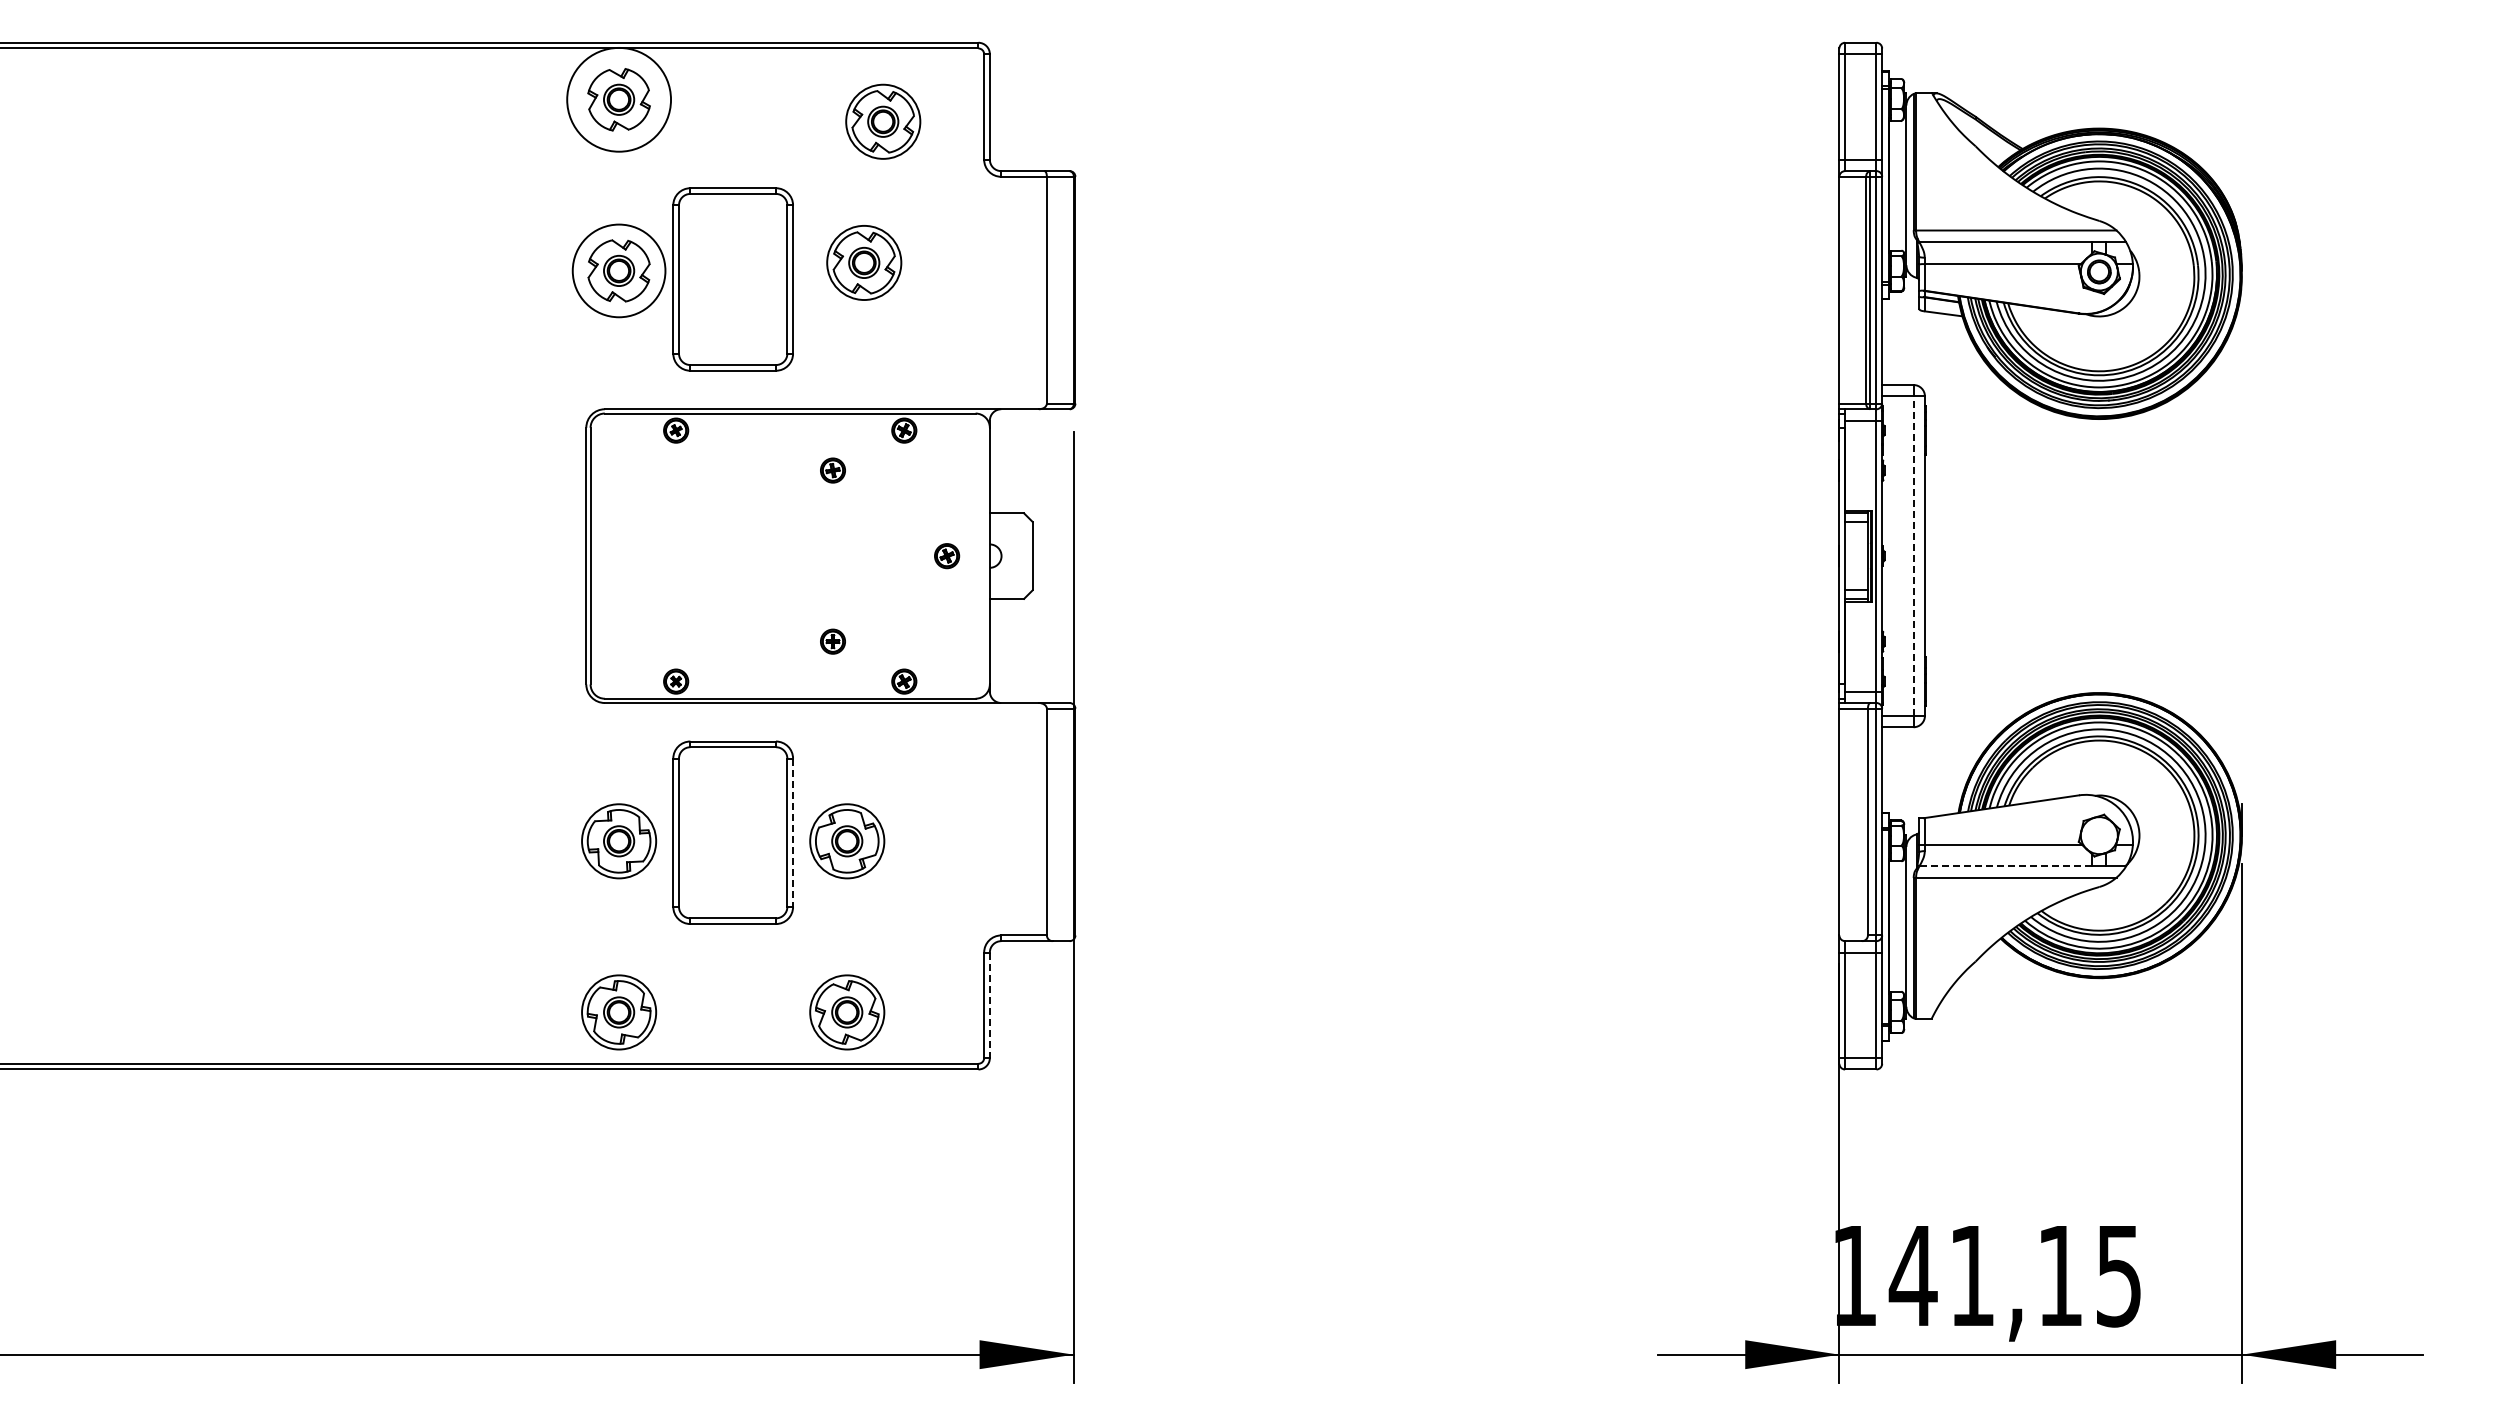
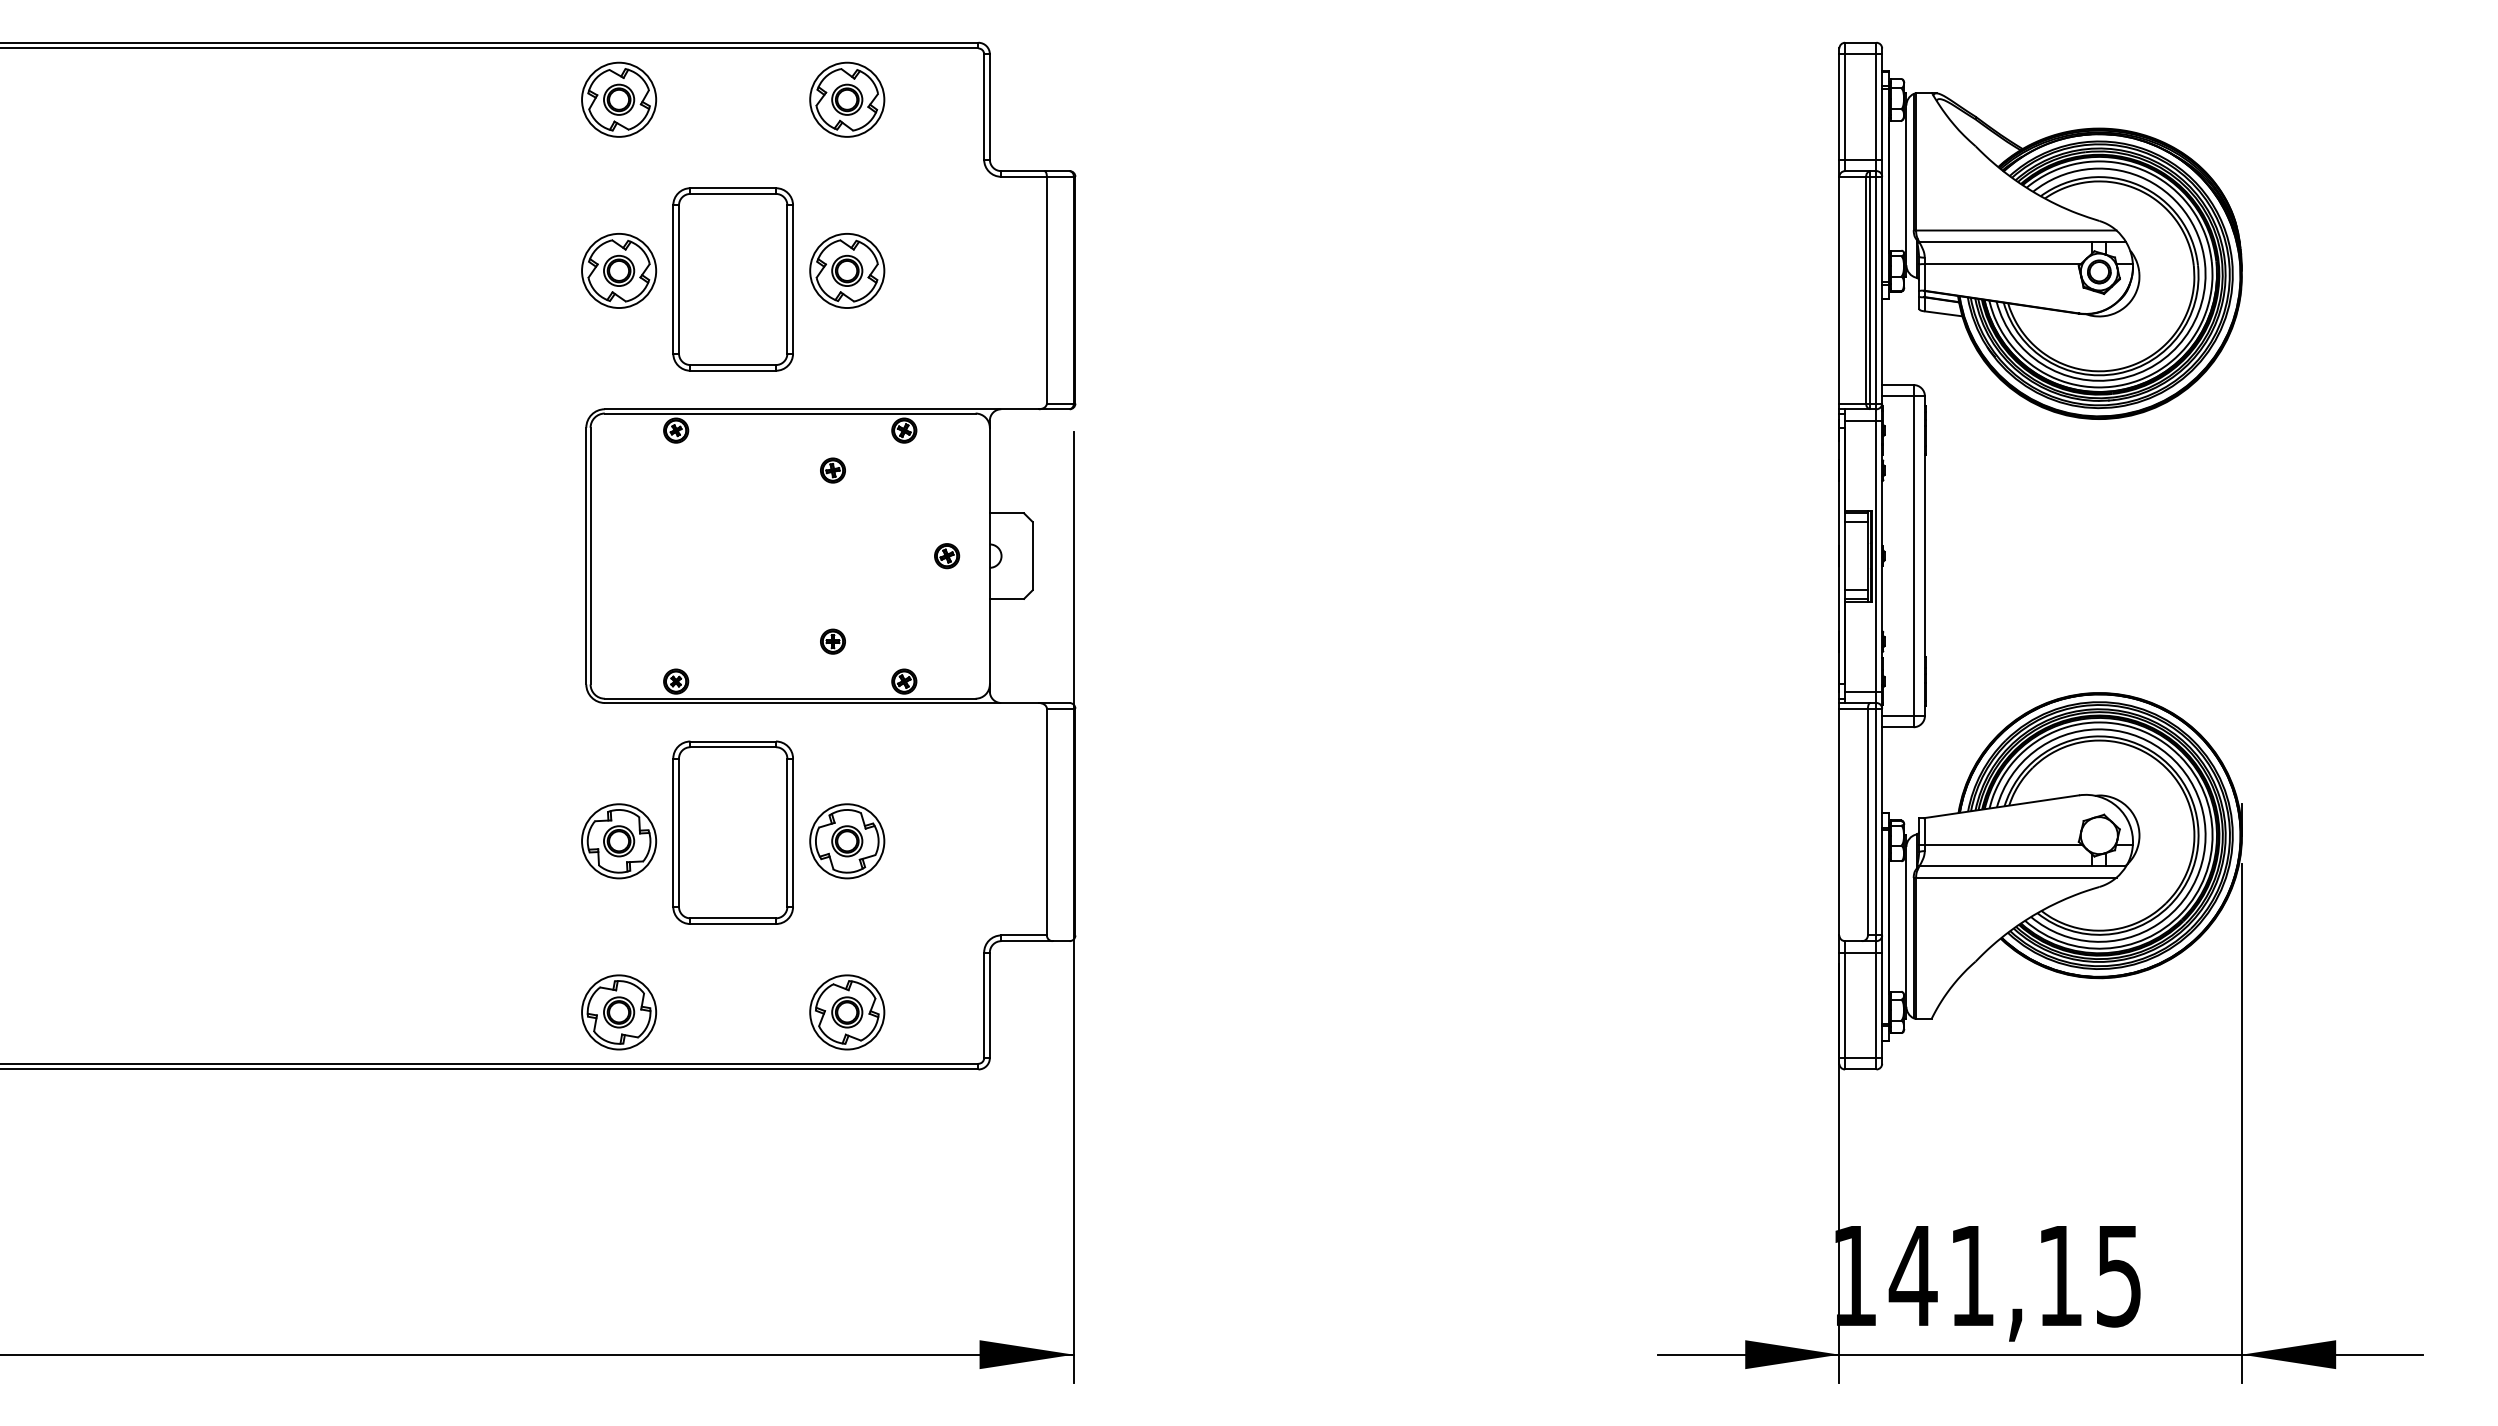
circle at (619, 99) diameter: 104 px -> 74 px
part at (883, 121) position: (883, 121) -> (847, 99)
part at (864, 262) position: (864, 262) -> (847, 270)
circle at (618, 270) diameter: 93 px -> 74 px
line at (1913, 556): dashed -> solid
line at (793, 833): dashed -> solid
line at (2005, 866): dashed -> solid
line at (989, 1005): dashed -> solid
